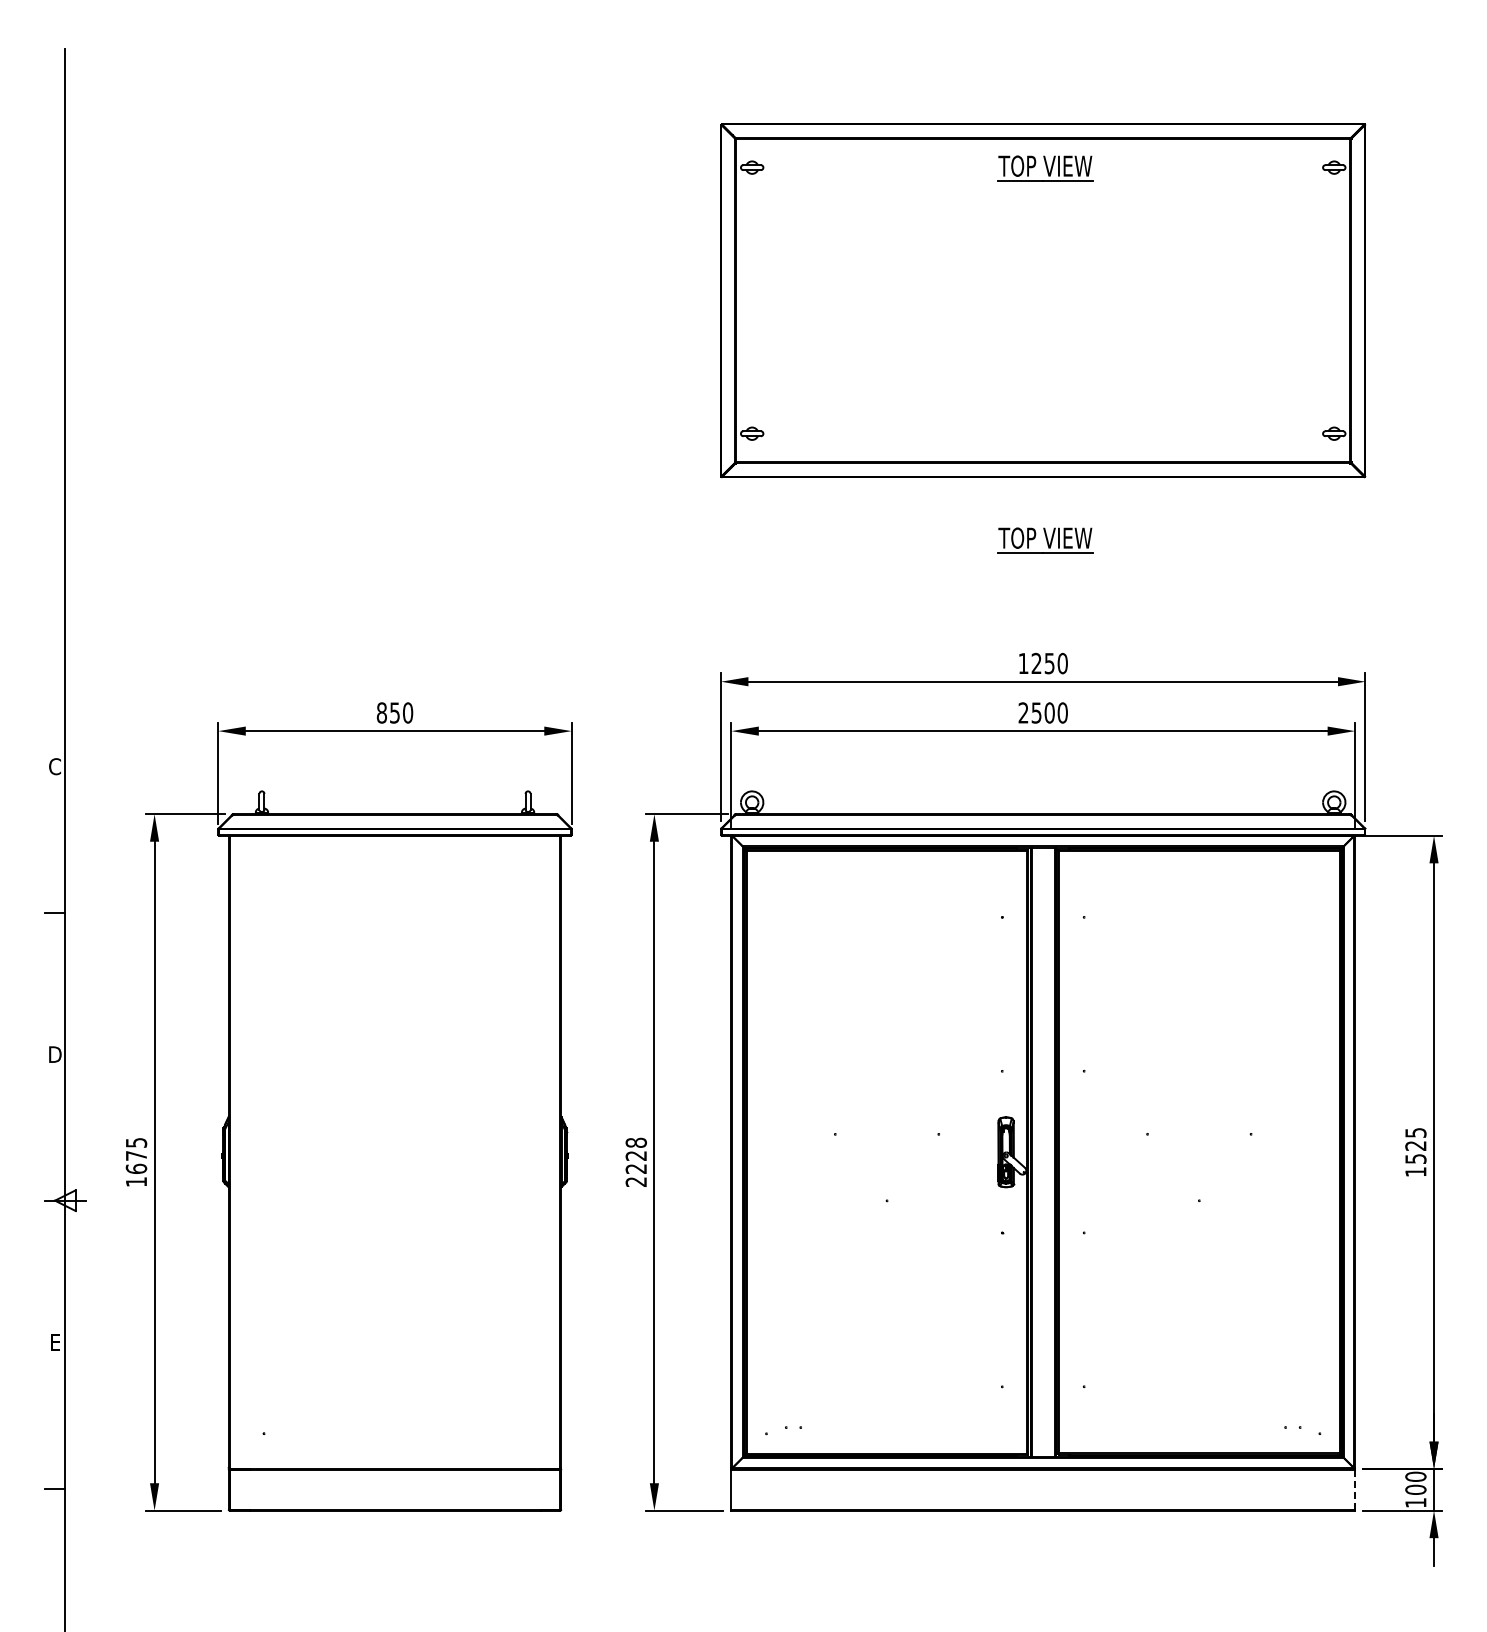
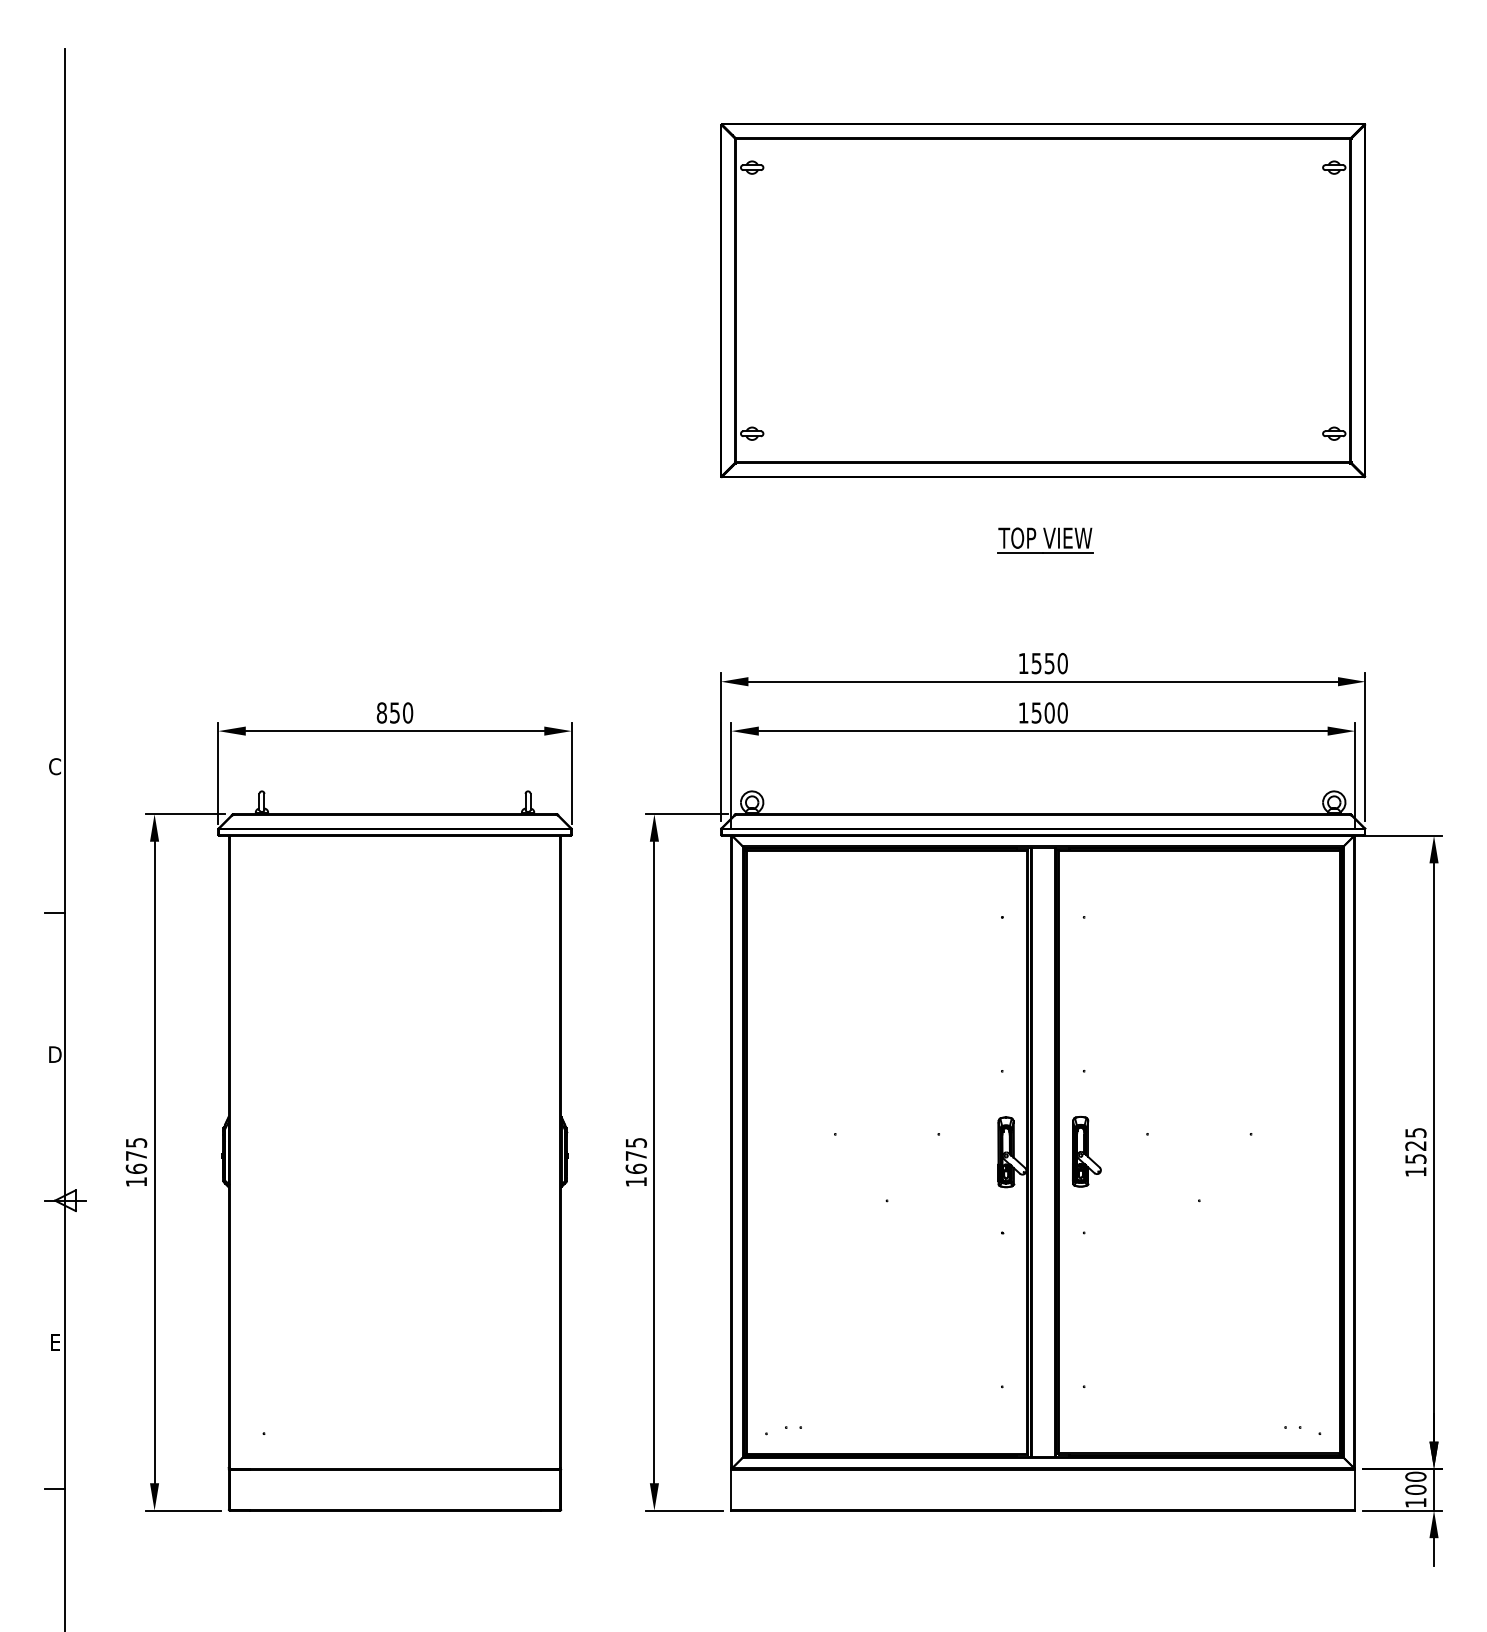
part at (1045, 168): present -> none
text at (1036, 663): 1250 -> 1550
text at (1023, 712): 2500 -> 1500
part at (1086, 1151): none -> present
text at (635, 1161): 2228 -> 1675
line at (1355, 1489): dashed -> solid
